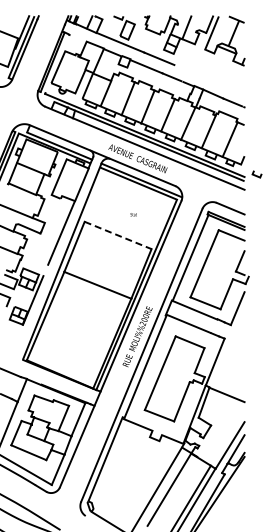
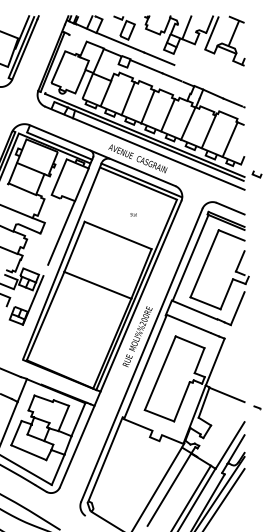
line at (118, 235): dashed -> solid
part at (257, 407): none -> present
line at (224, 498): none -> present
